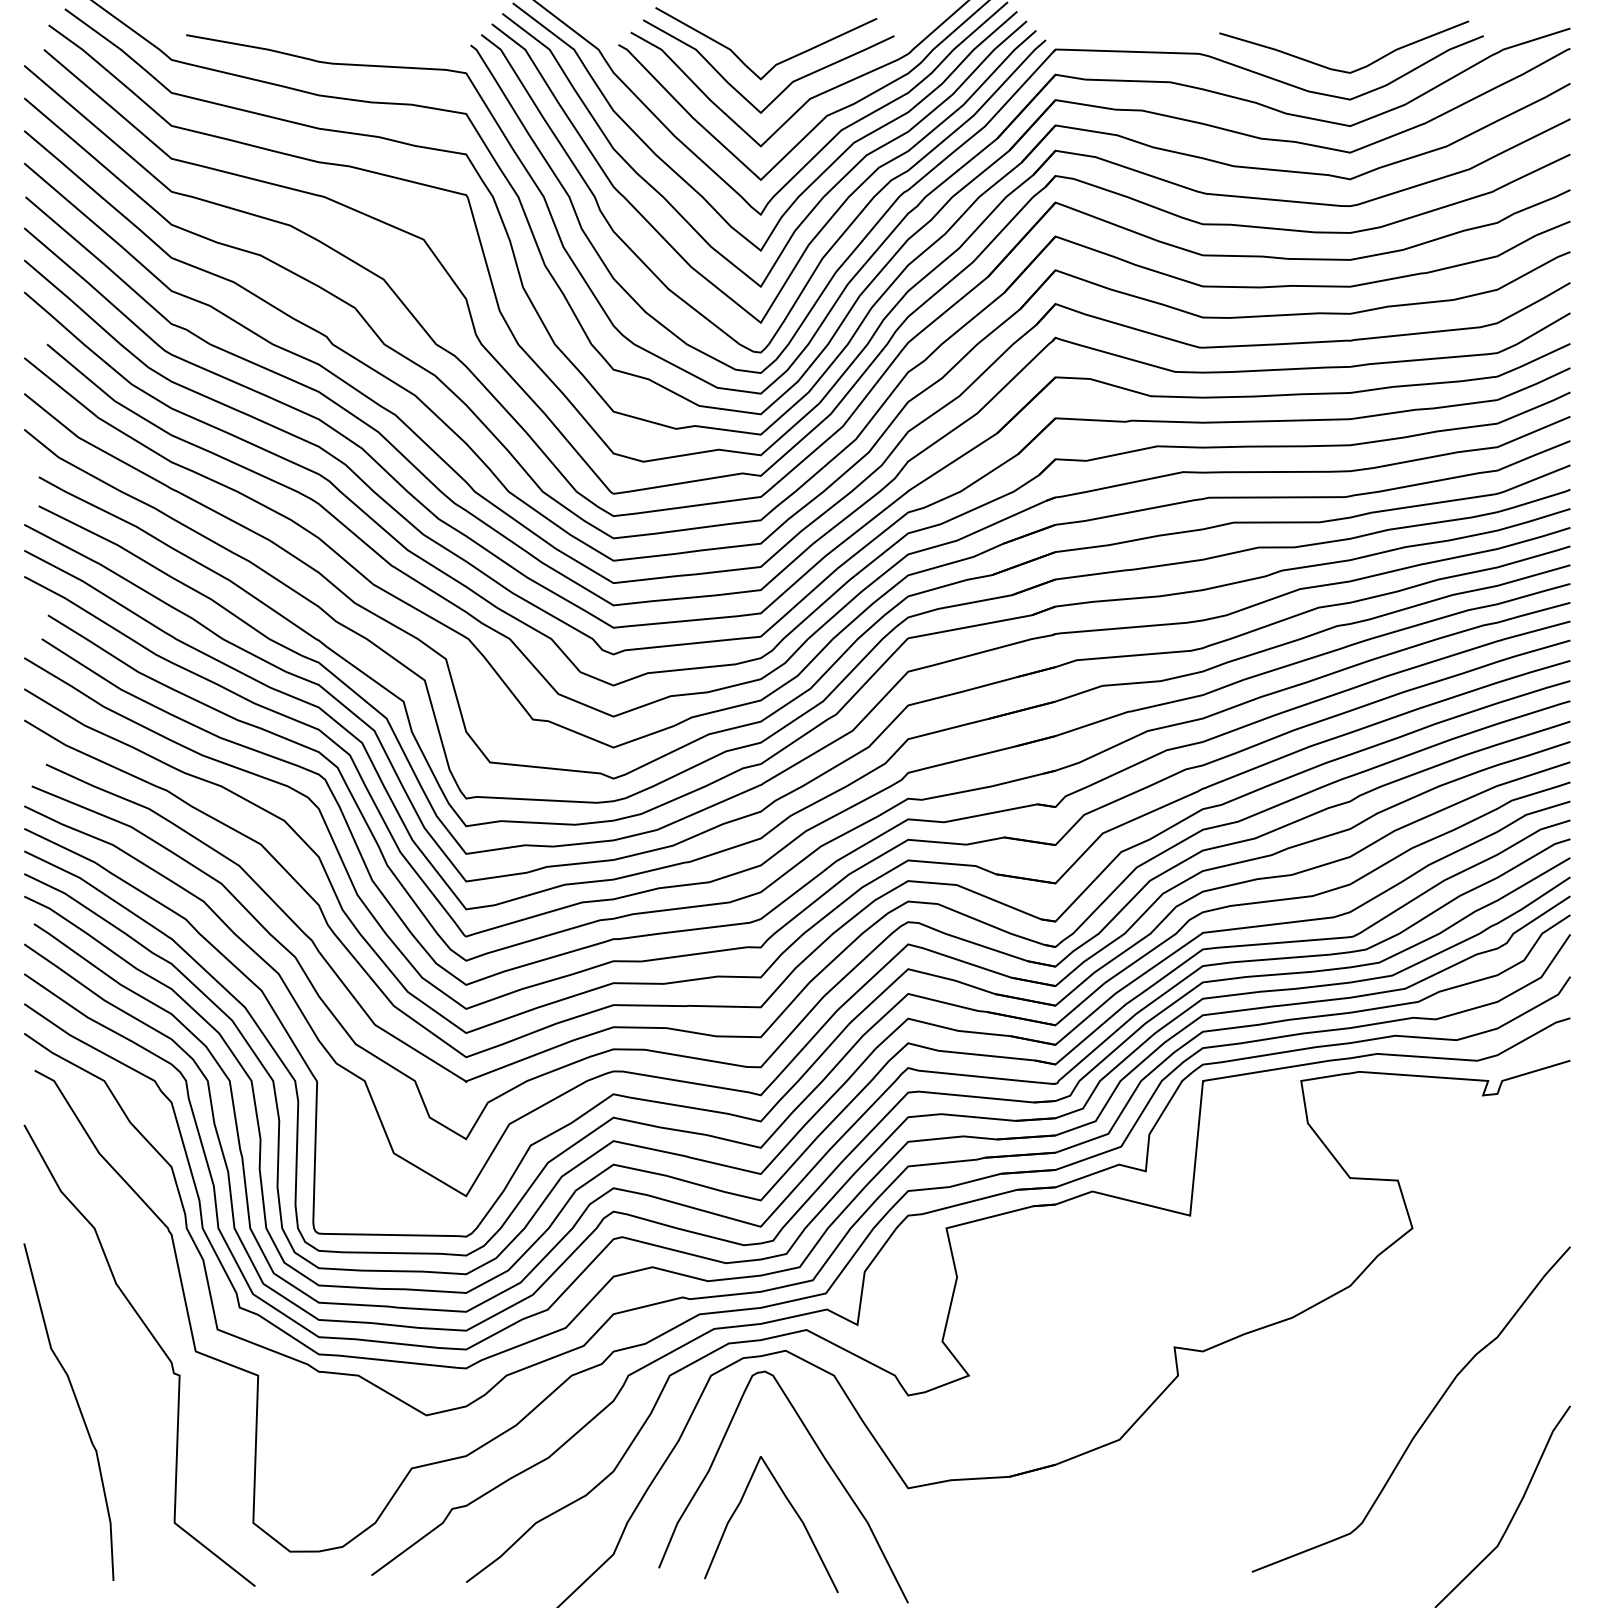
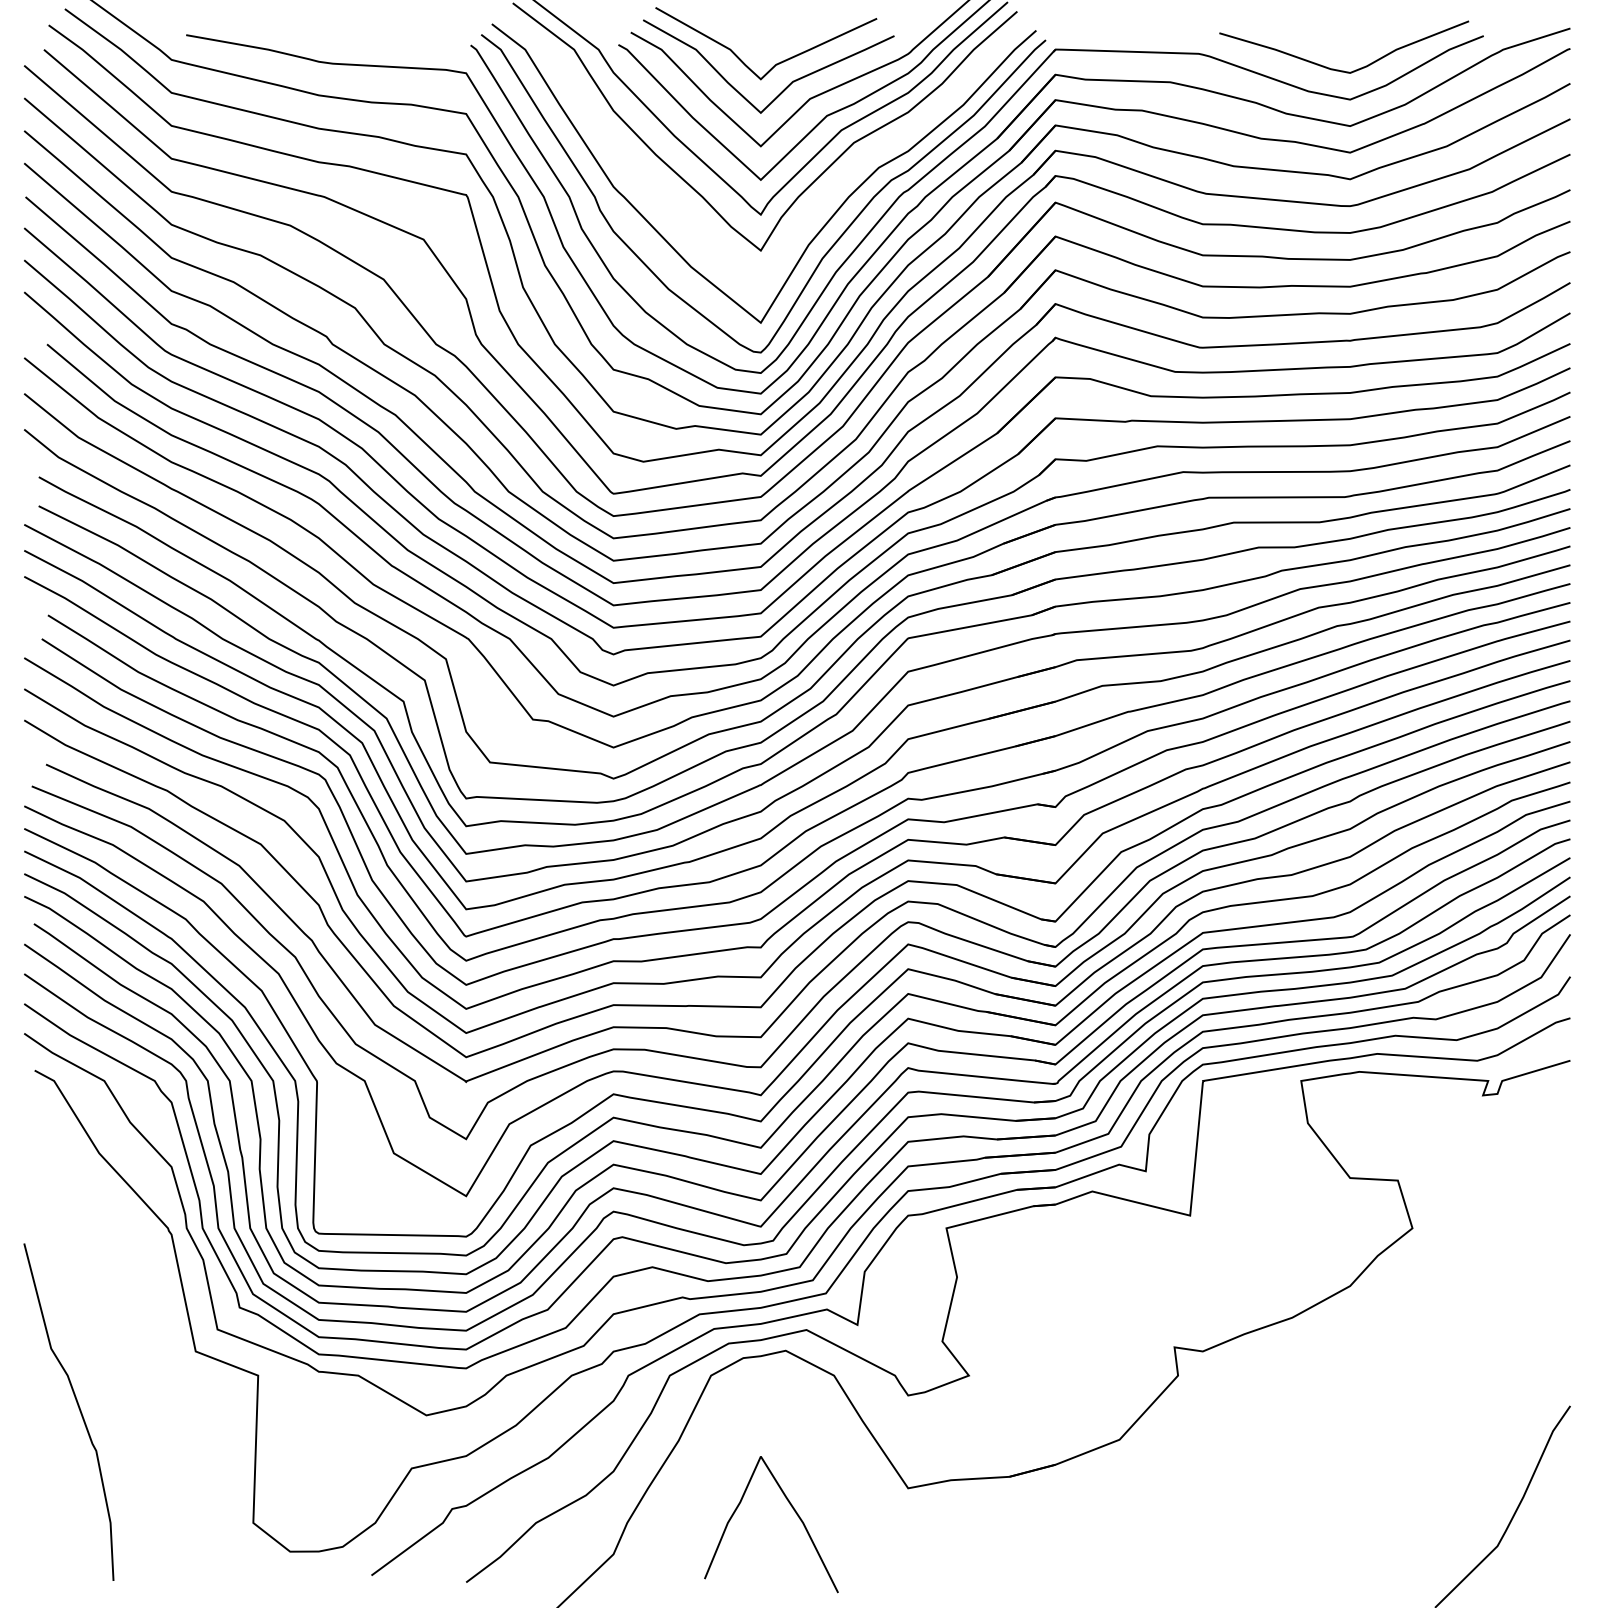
curve at (822, 196): present -> none
curve at (157, 1344): present -> none
curve at (1425, 1418): present -> none
curve at (823, 1458): present -> none
